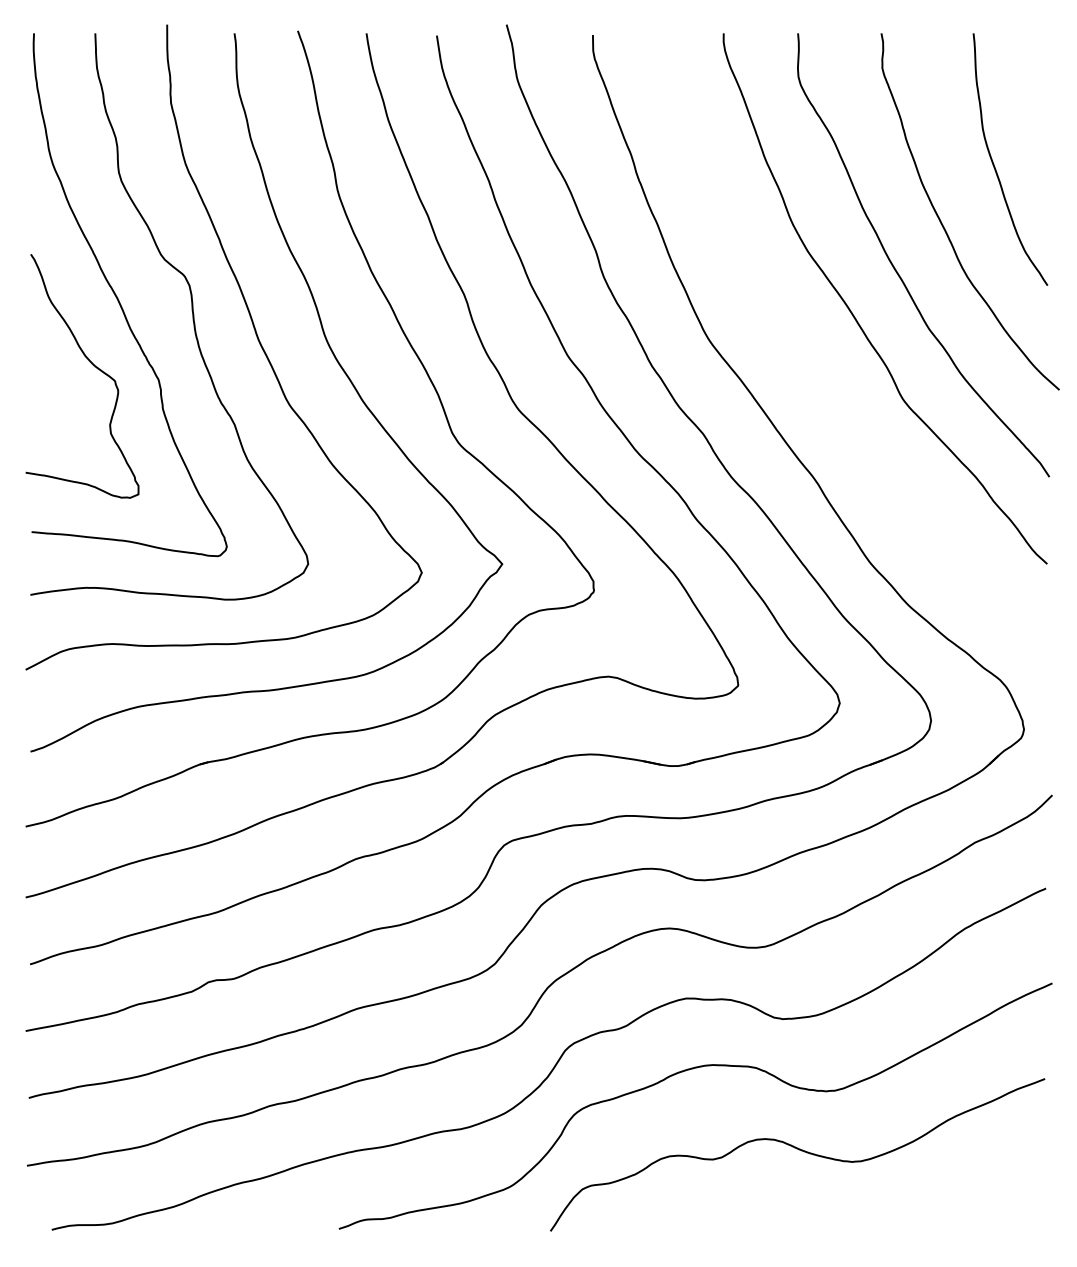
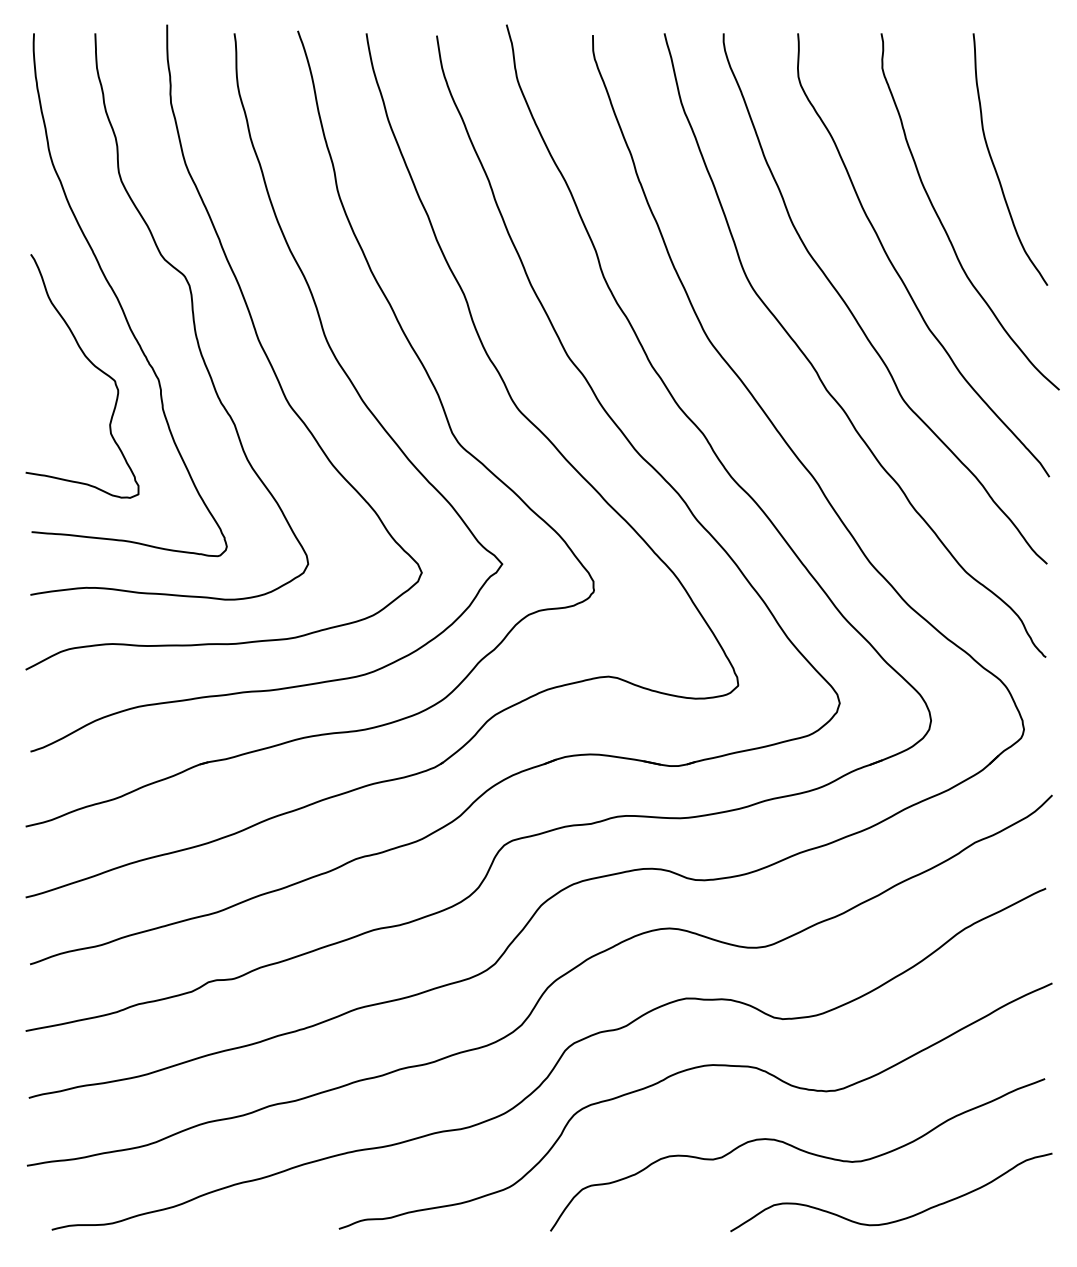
curve at (817, 371): none -> present
curve at (901, 1218): none -> present
